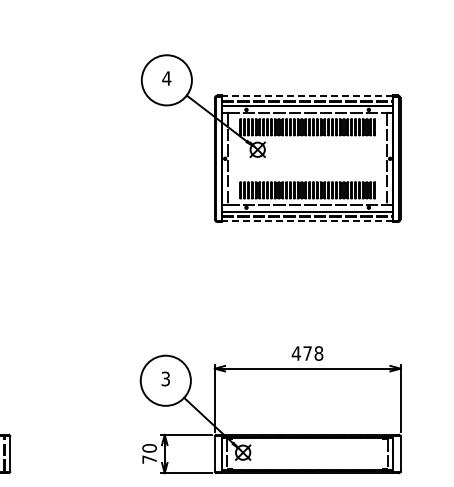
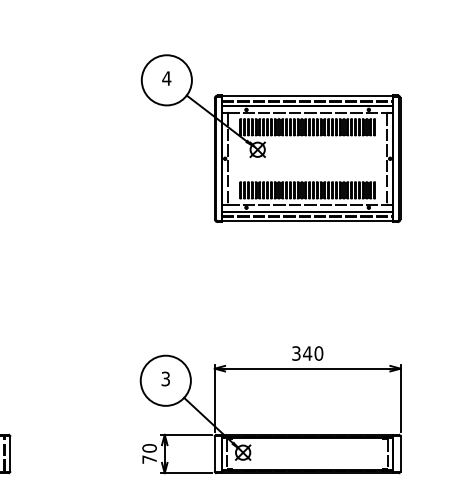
line at (307, 96): dashed -> solid
line at (307, 221): dashed -> solid
text at (307, 353): 478 -> 340
